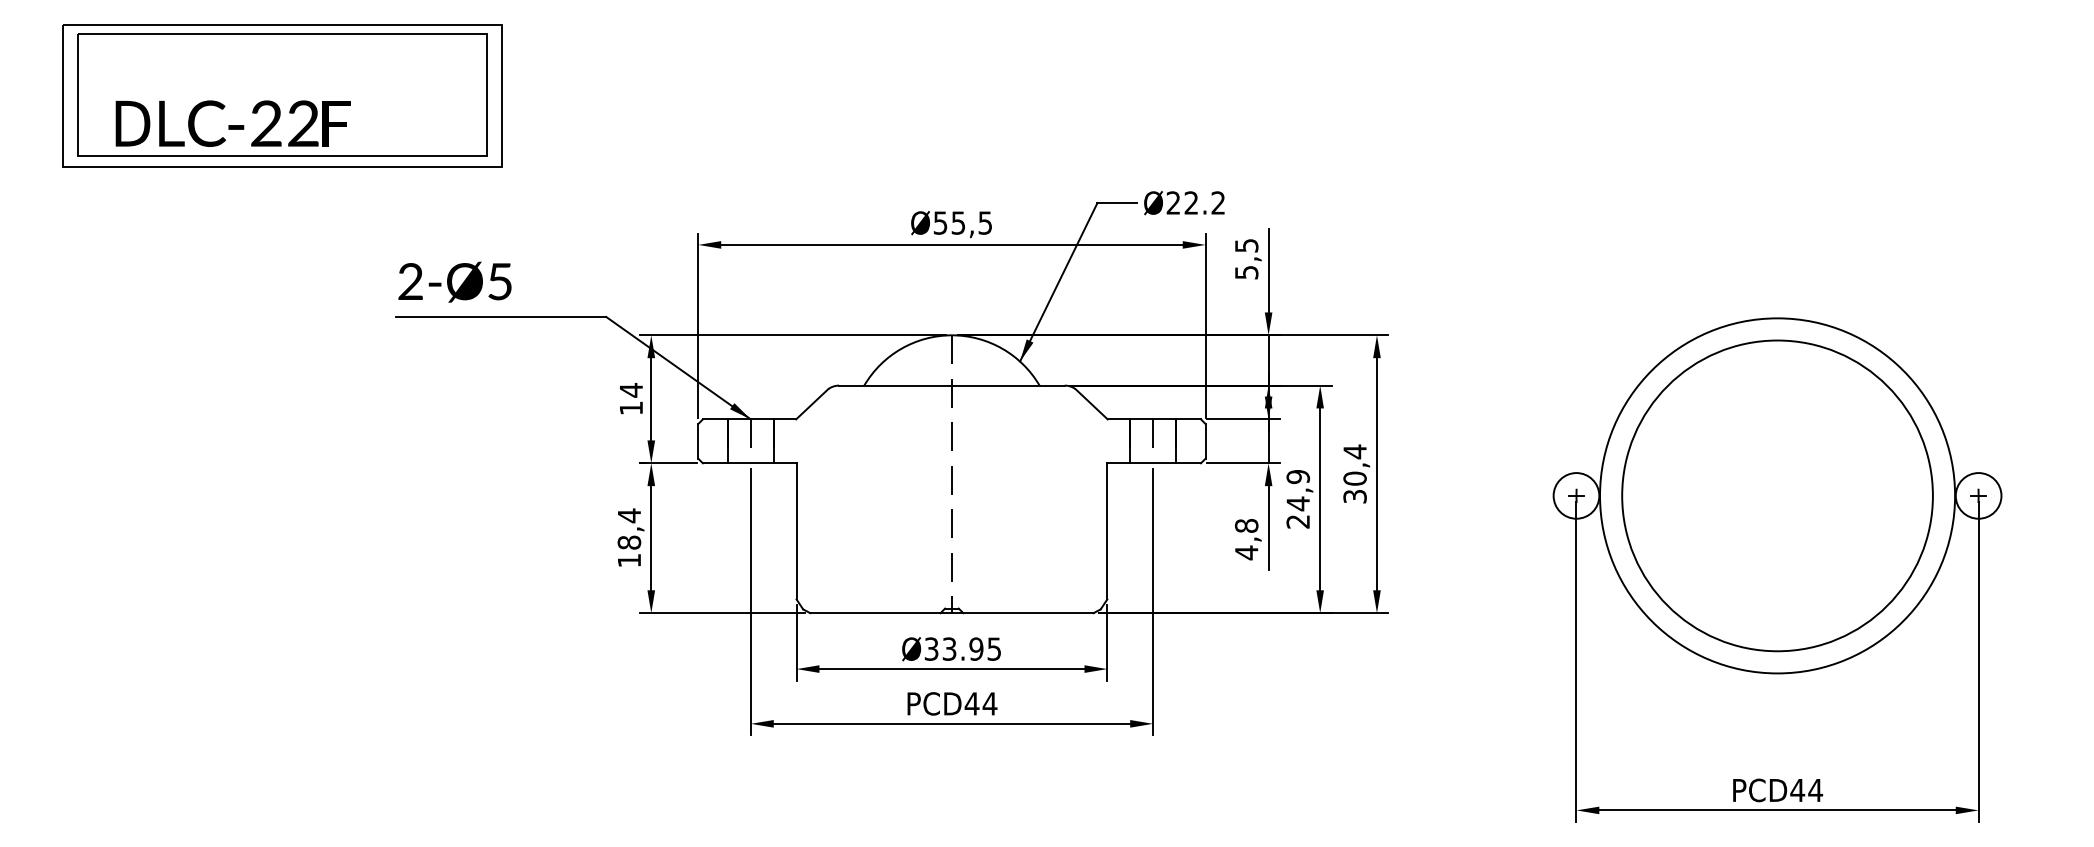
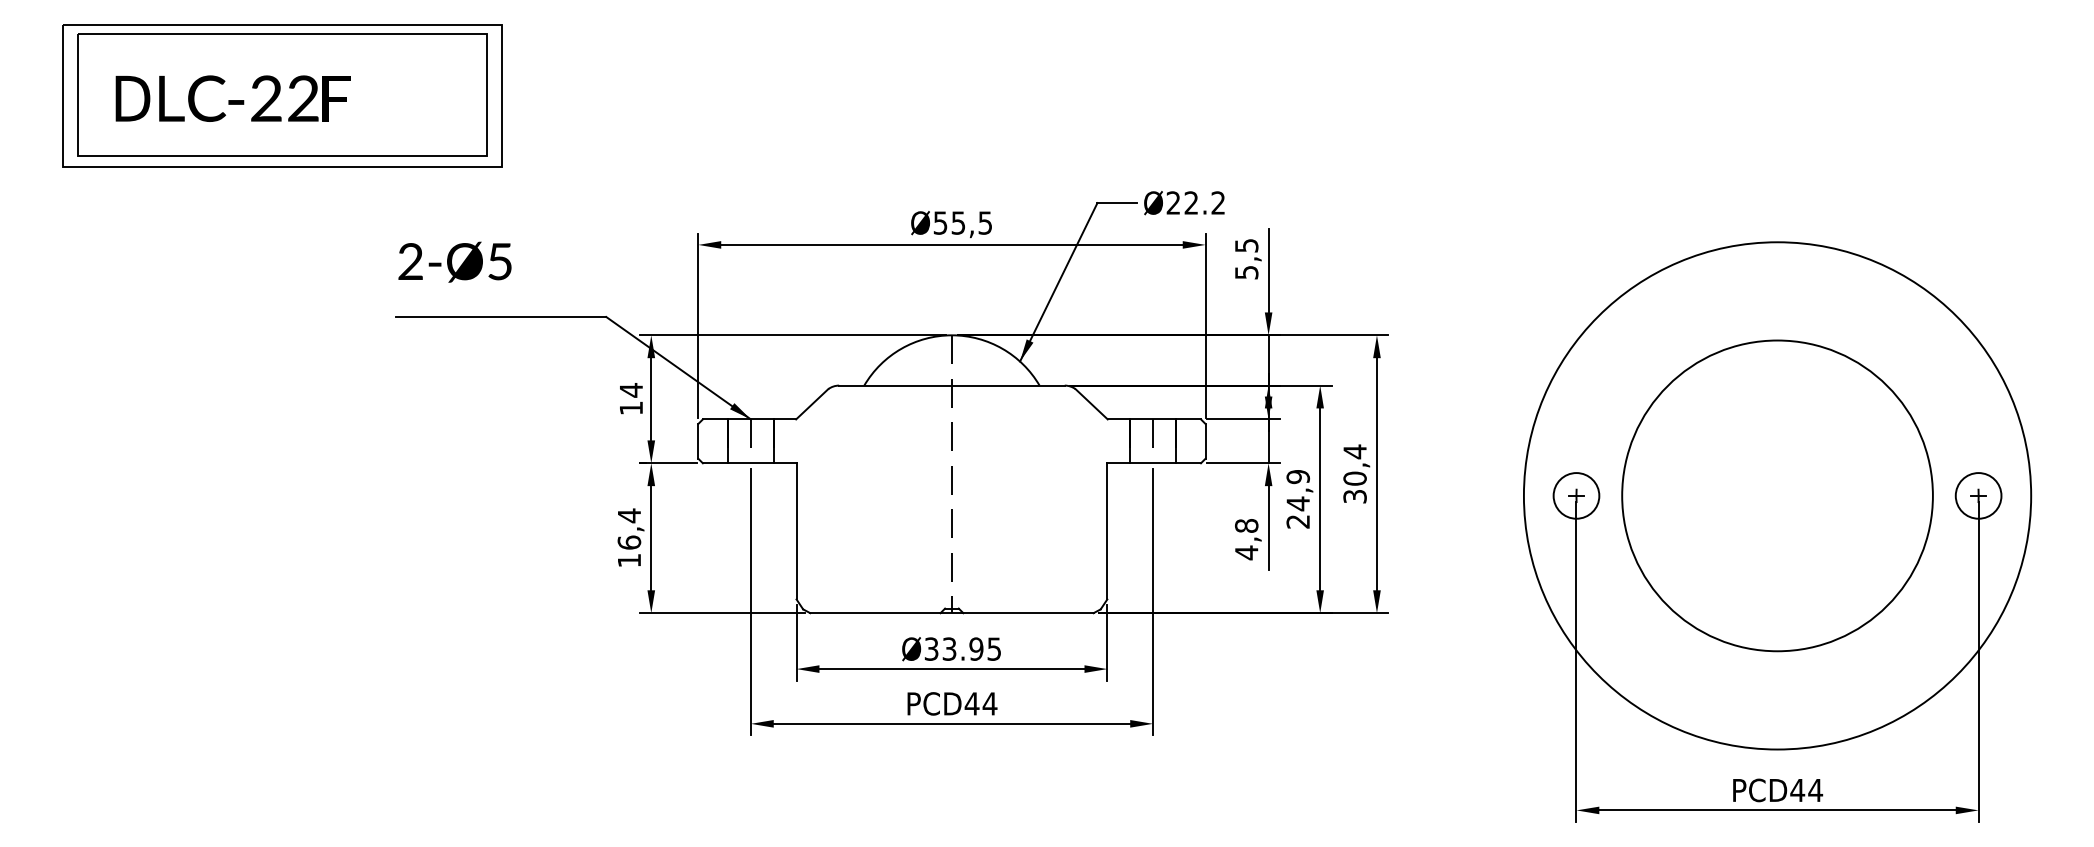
text at (232, 123) position: (232, 123) -> (232, 98)
text at (454, 281) position: (454, 281) -> (454, 261)
circle at (1777, 495) diameter: 355 px -> 507 px
text at (629, 542): 18,4 -> 16,4
